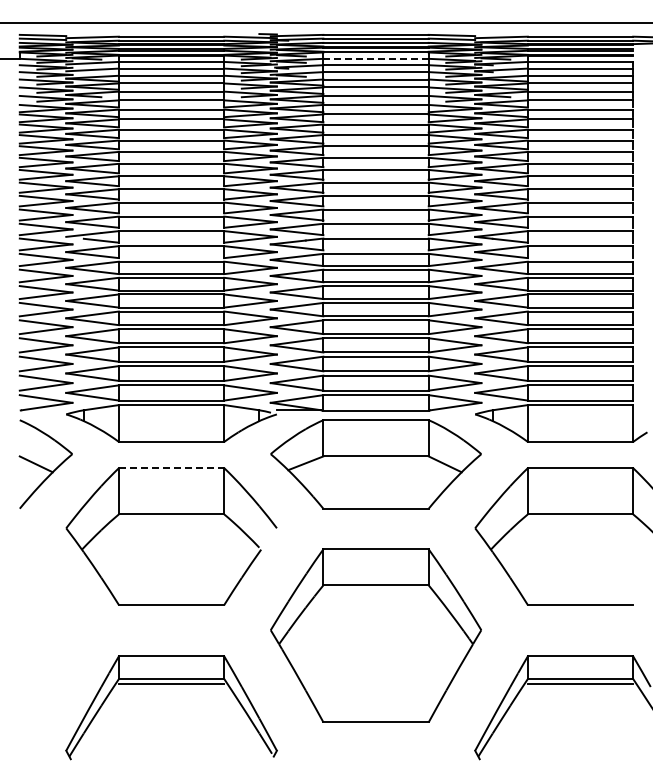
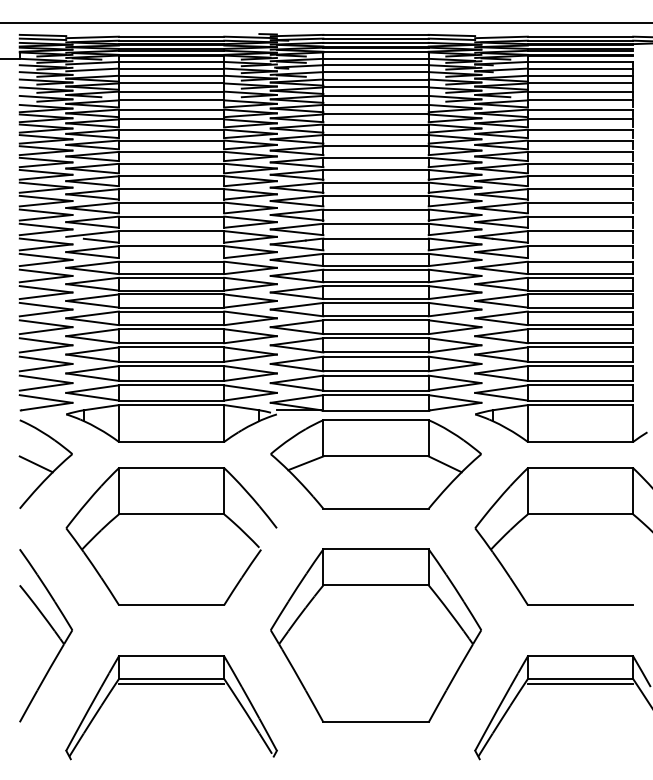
line at (376, 58): dashed -> solid
line at (171, 468): dashed -> solid
part at (53, 631): none -> present
